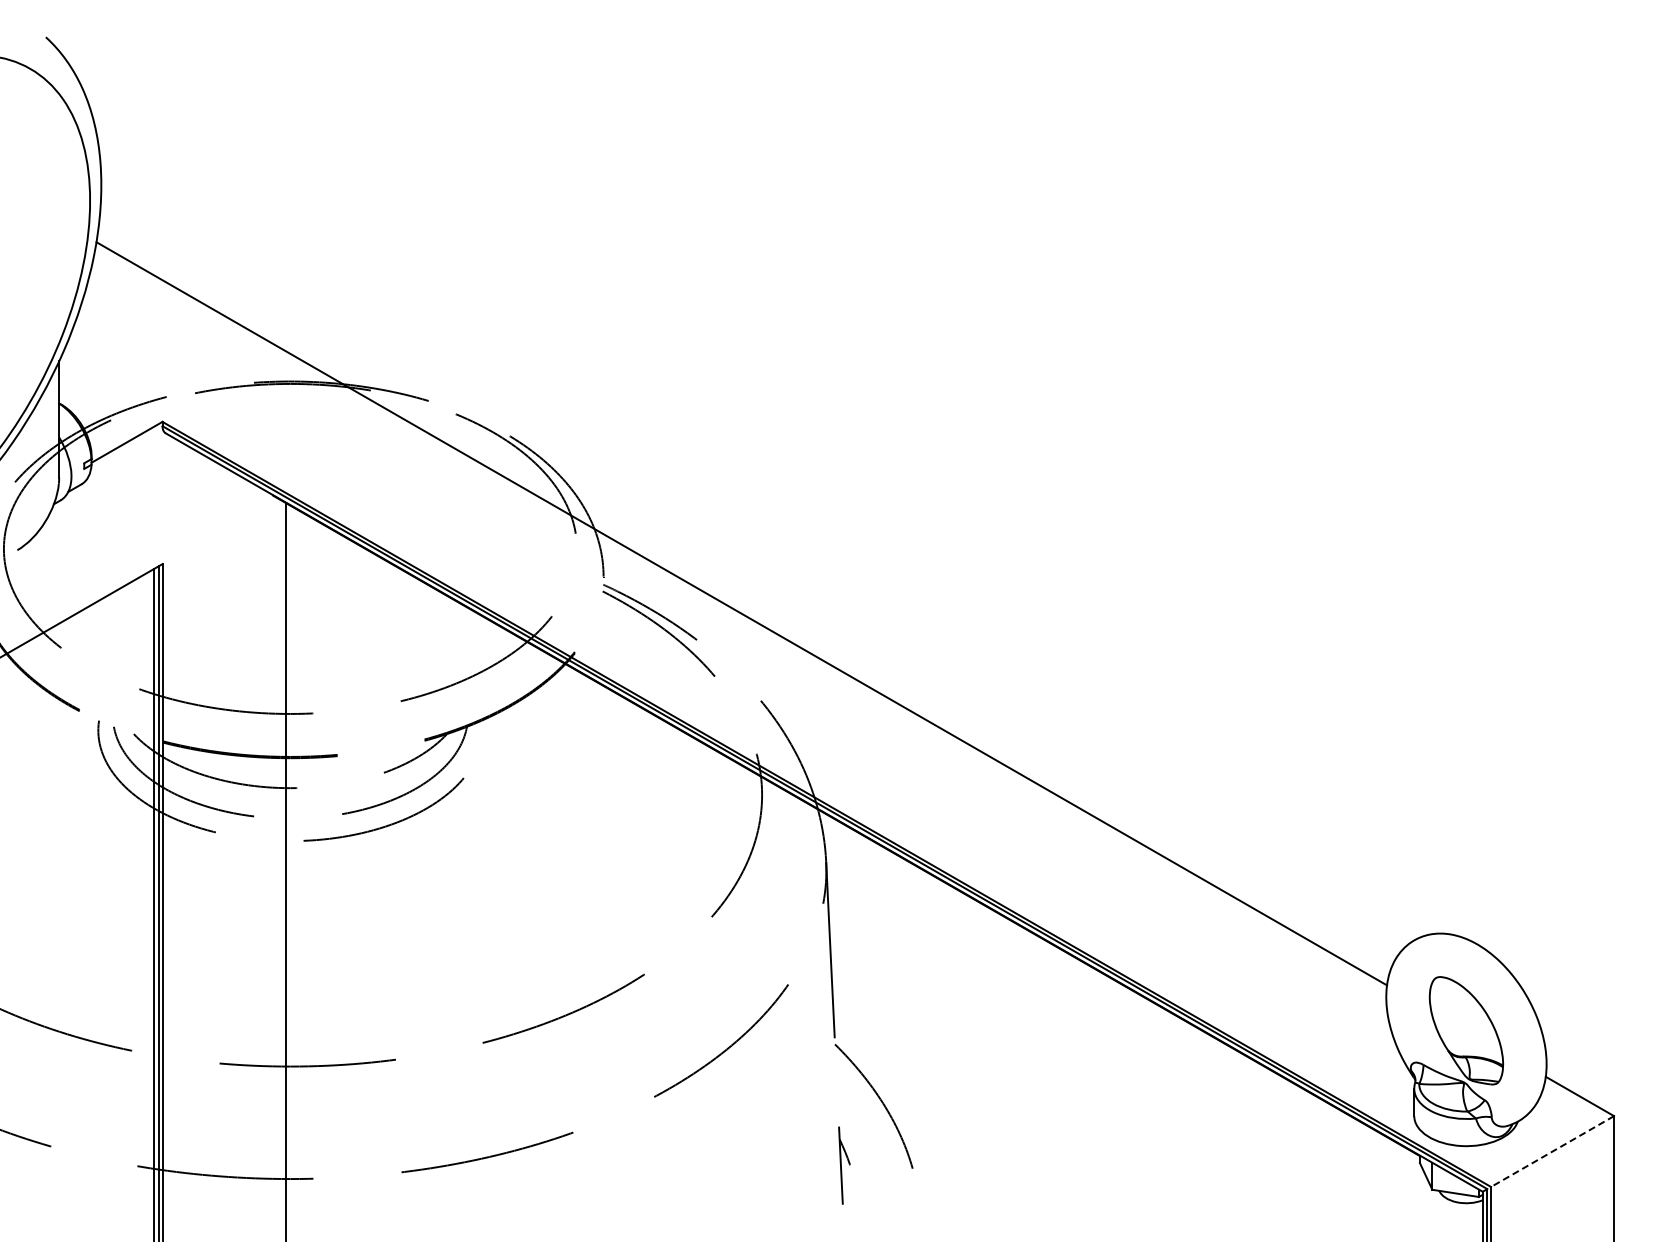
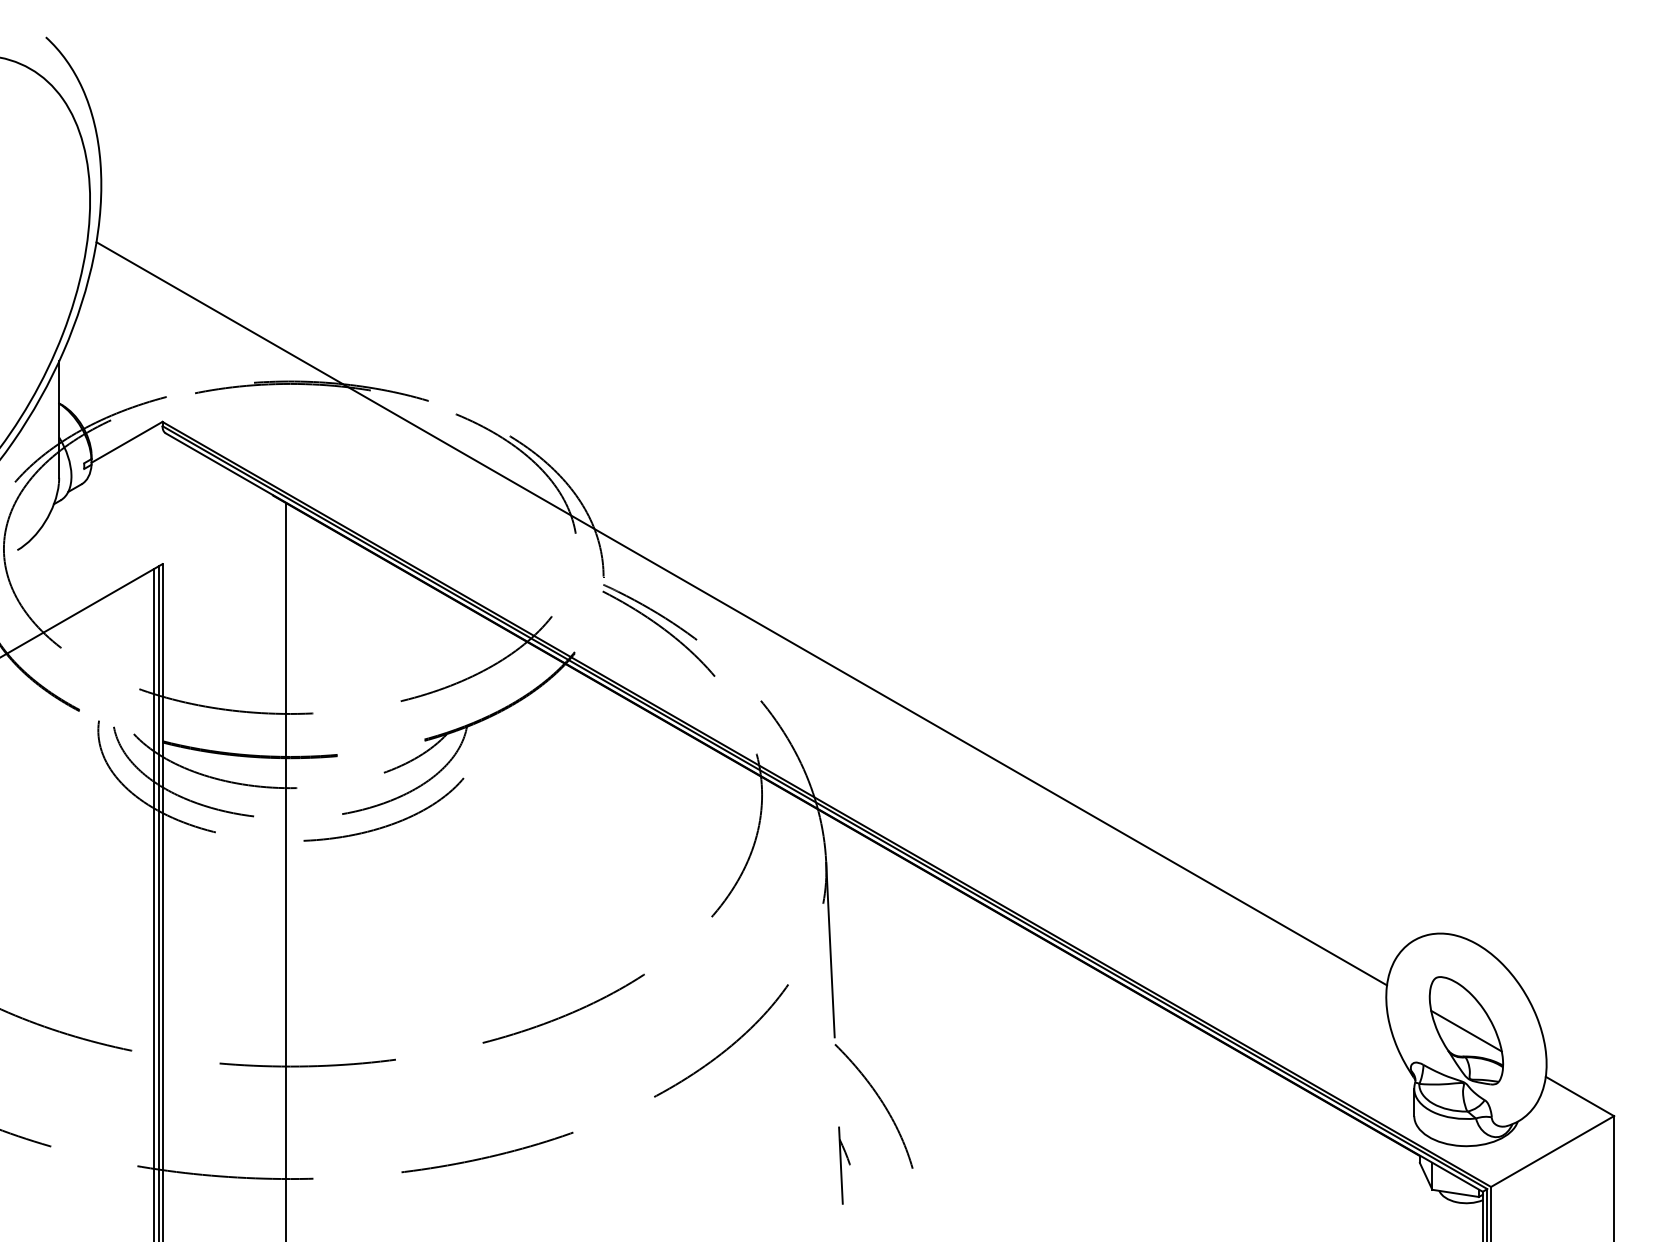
line at (1466, 1030): none -> present
line at (1552, 1151): dashed -> solid
